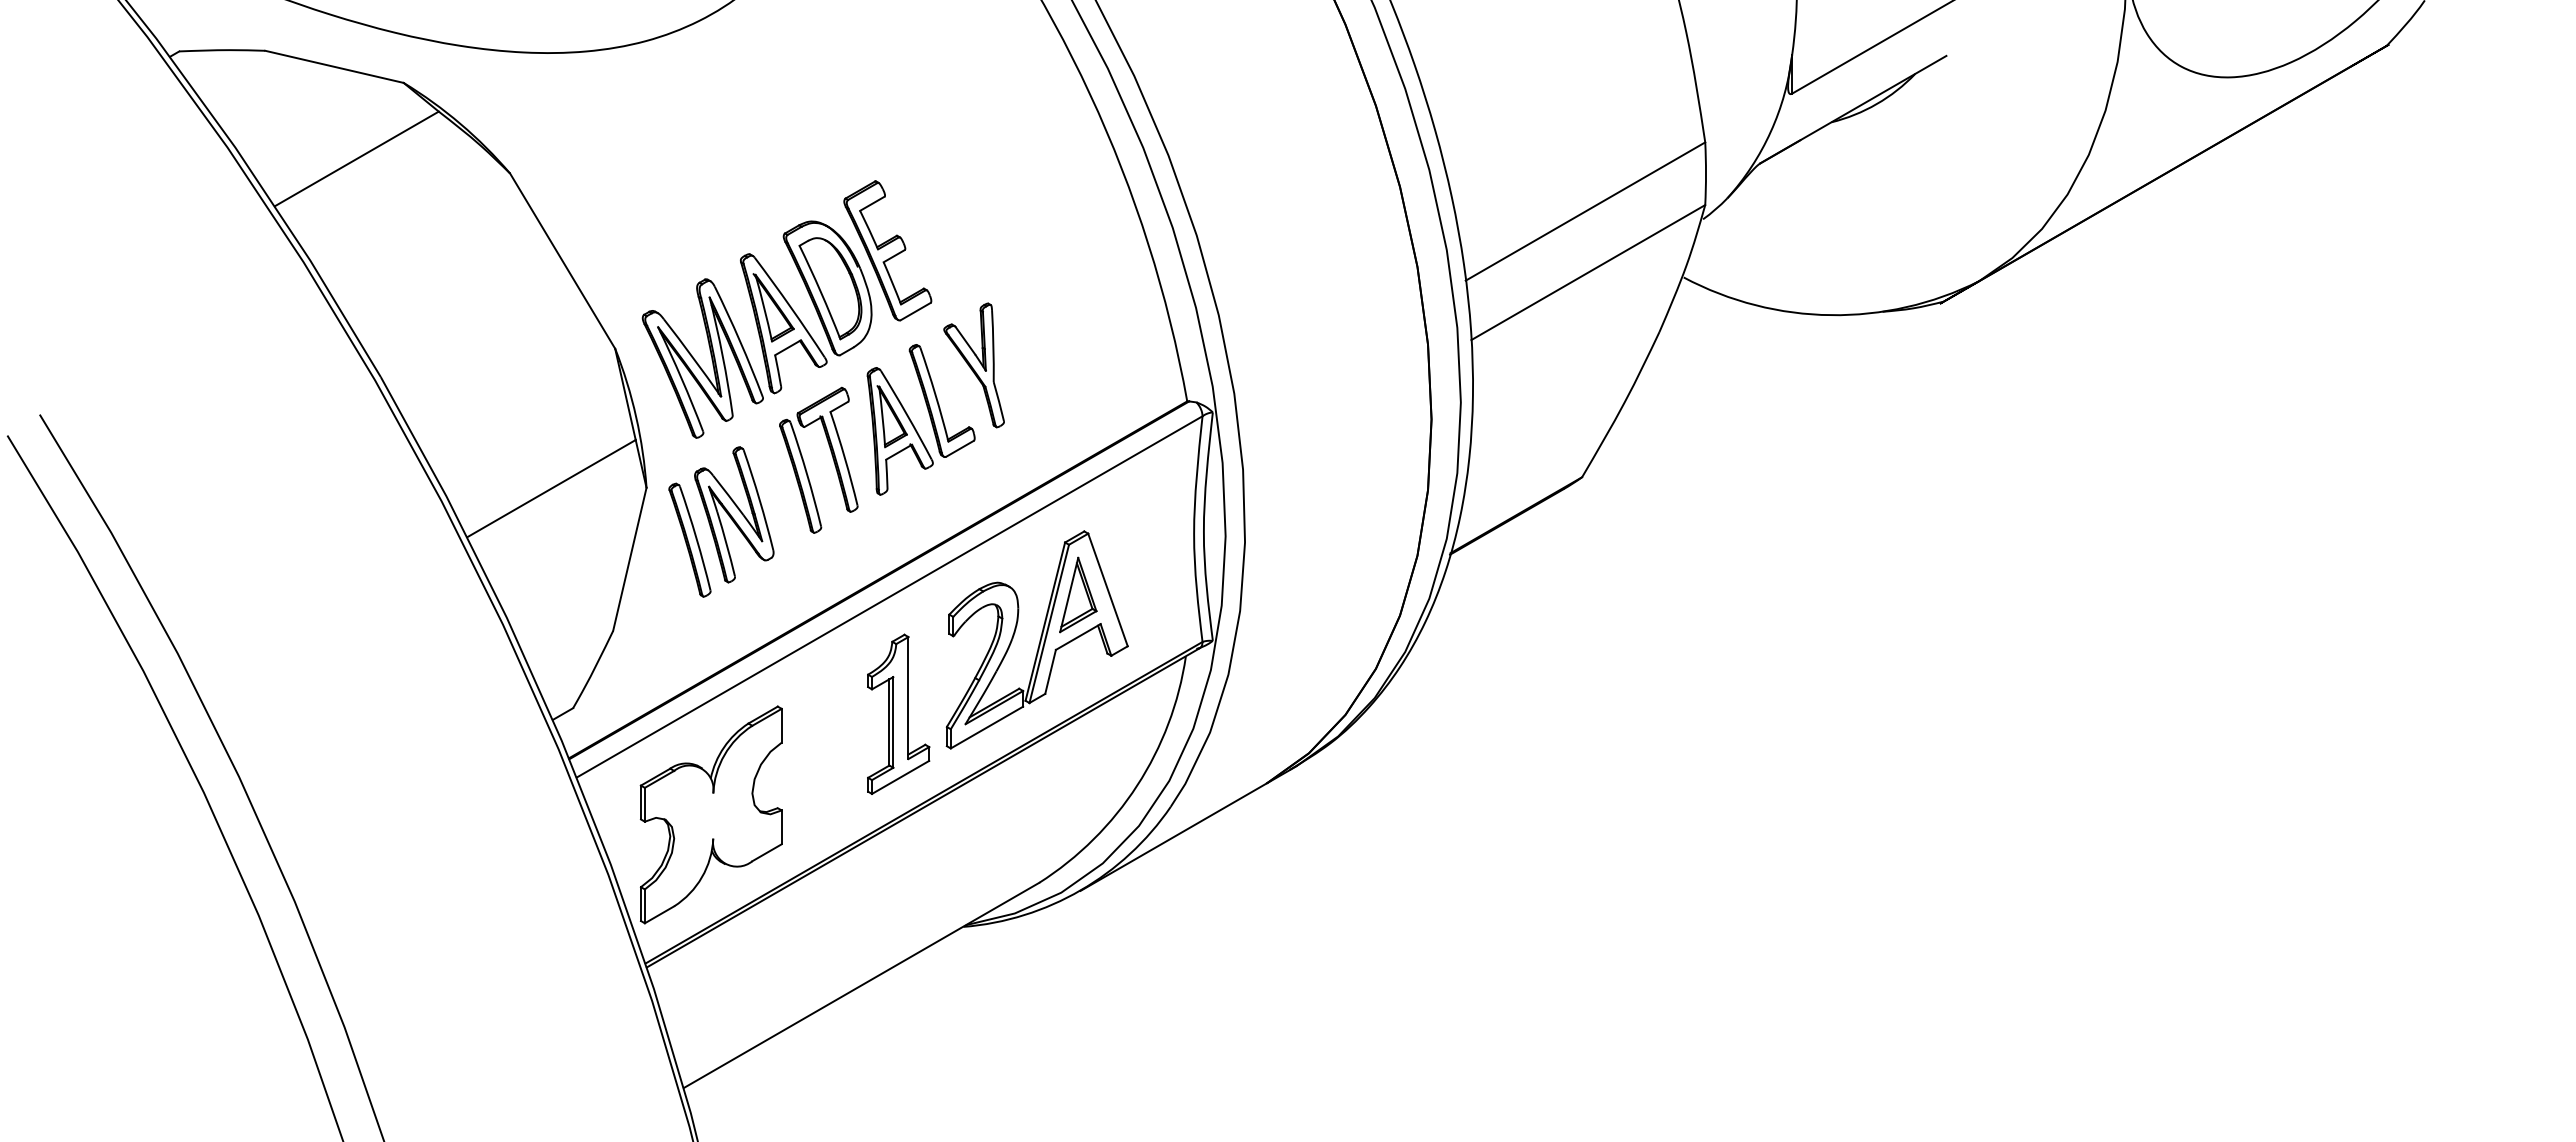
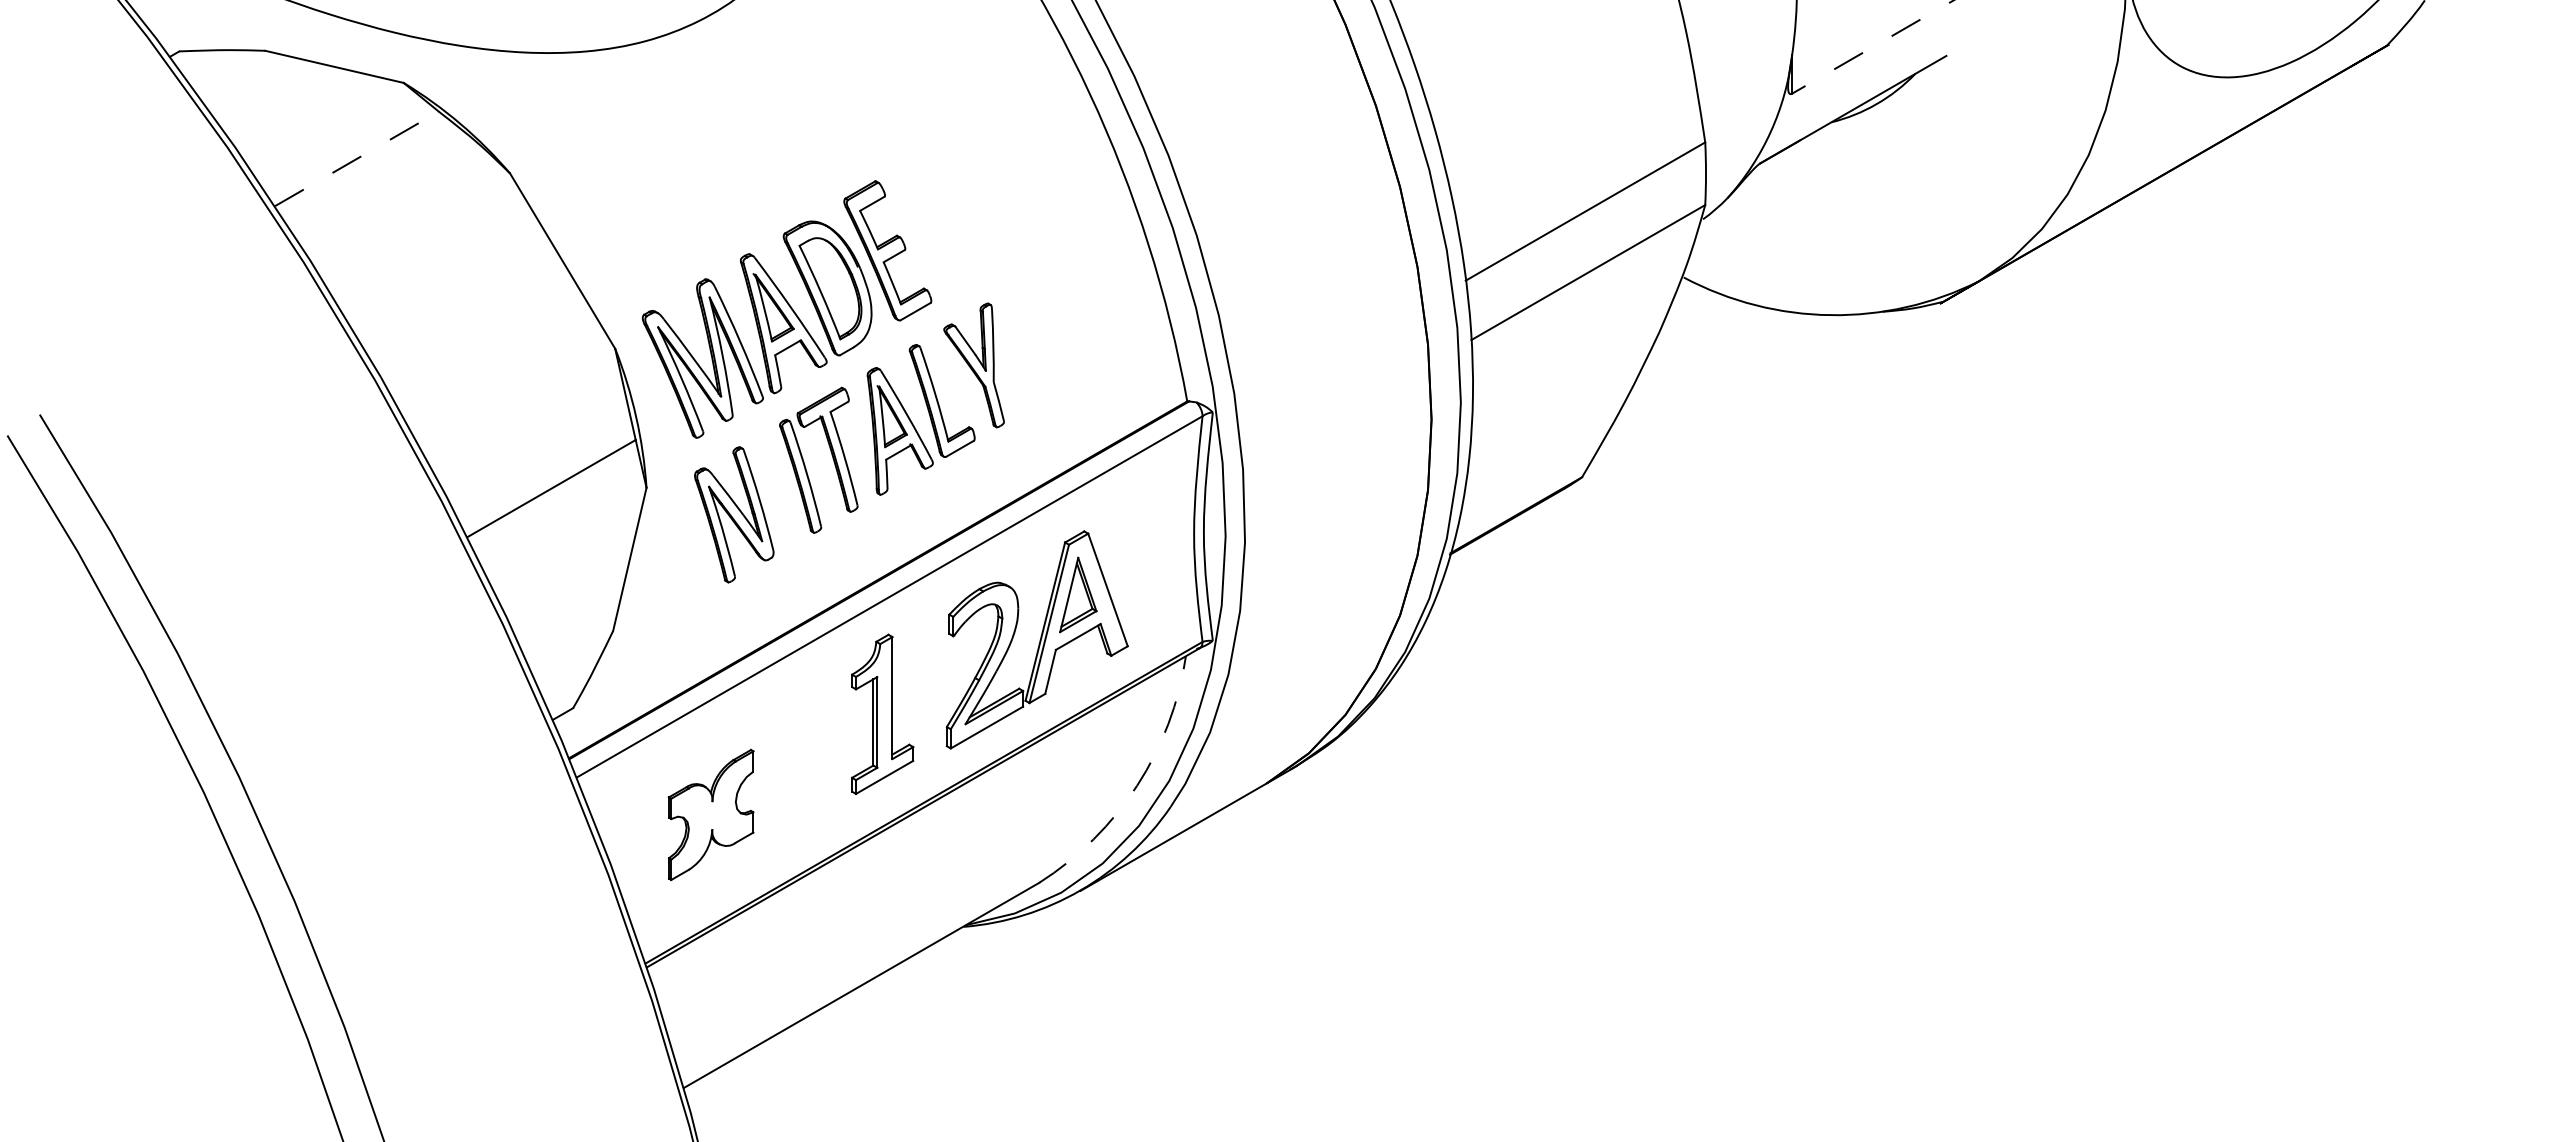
line at (1872, 47): solid -> dashed
line at (356, 158): solid -> dashed
part at (689, 539): present -> none
part at (898, 713) position: (898, 713) -> (882, 713)
arc at (1137, 785): solid -> dashed
part at (710, 814) size: 144x220 px -> 88x134 px
